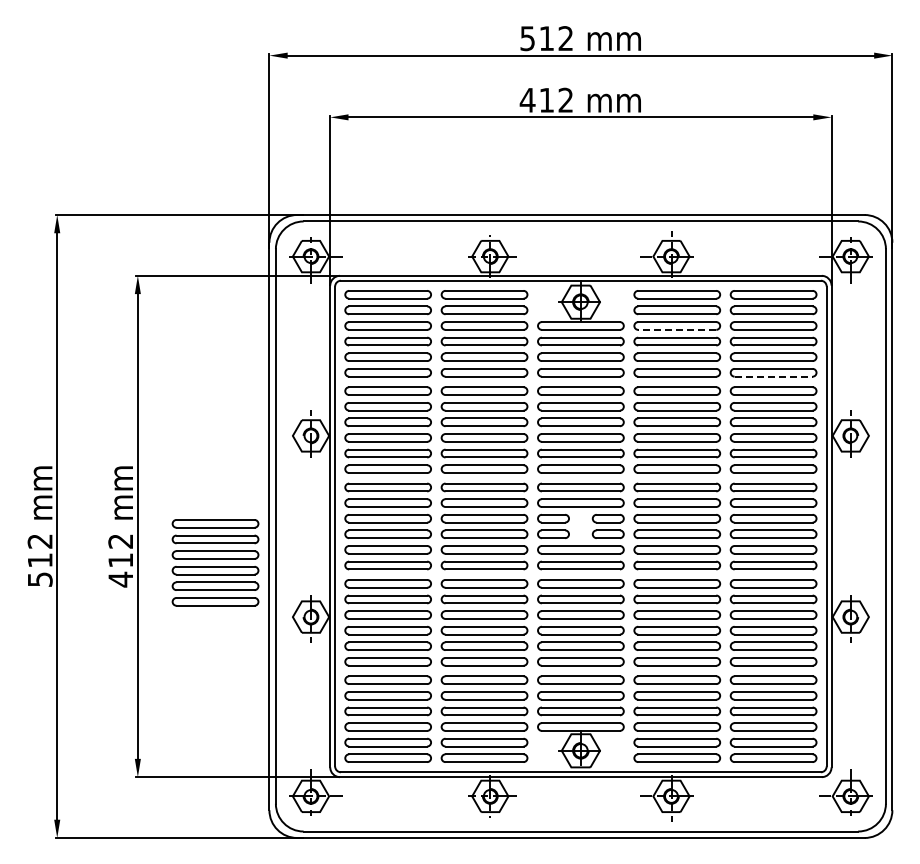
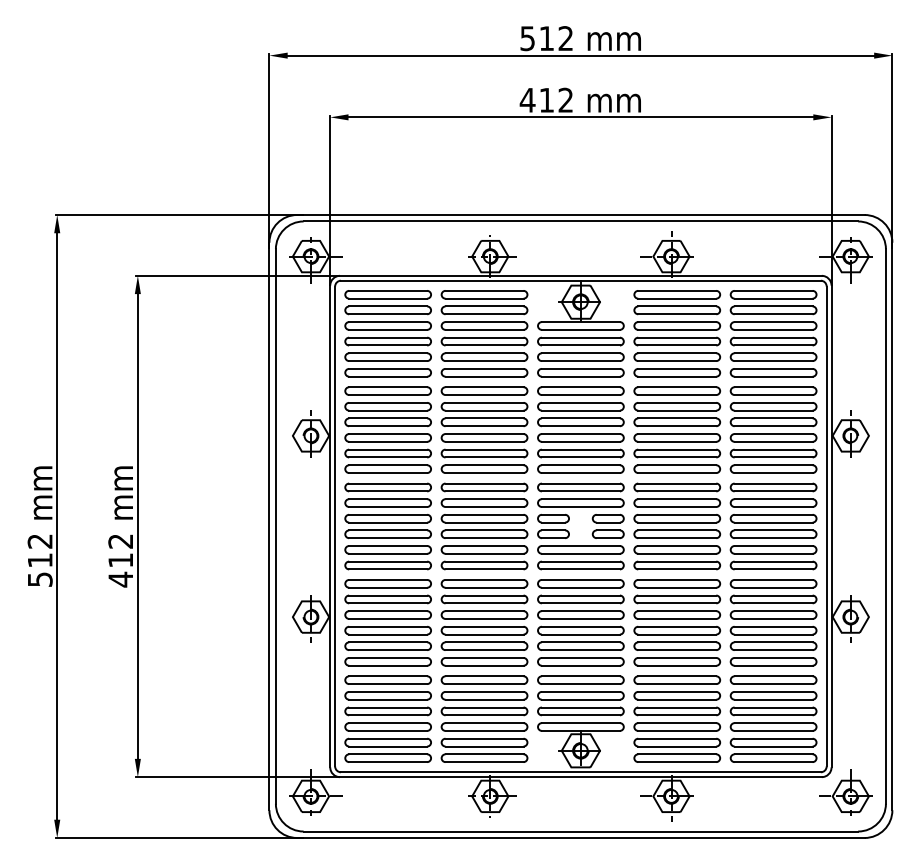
line at (676, 329): dashed -> solid
line at (774, 376): dashed -> solid
part at (215, 562): present -> none
